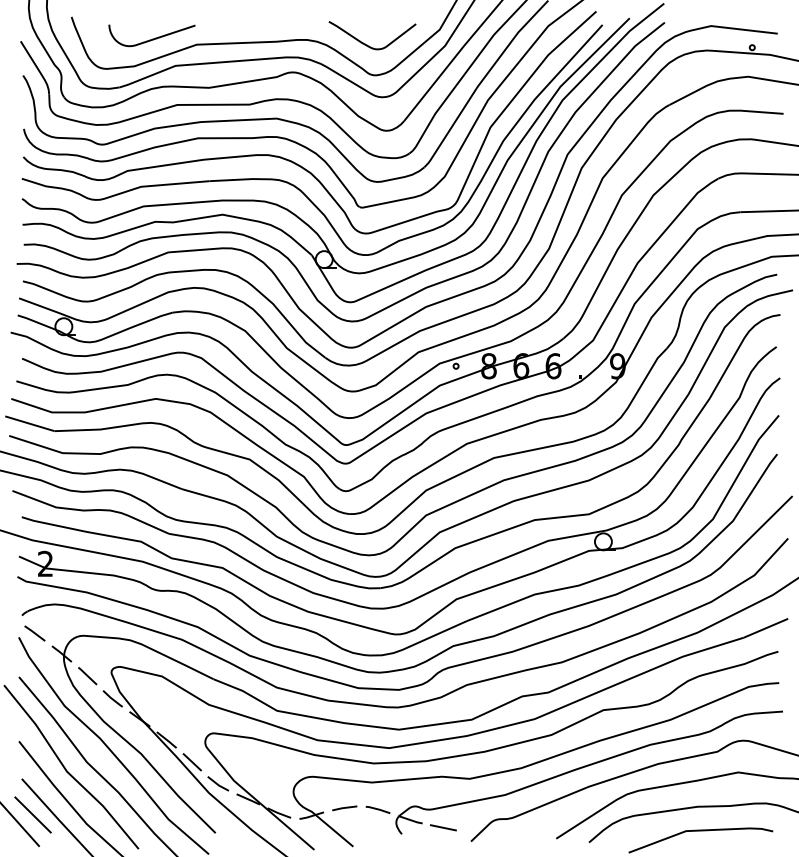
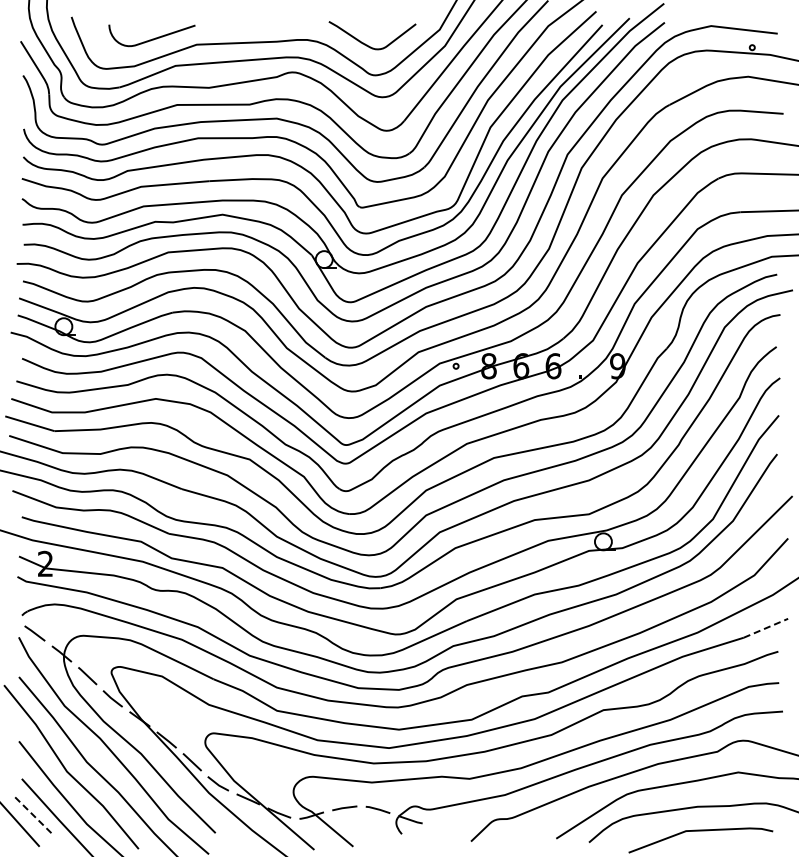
line at (766, 628): solid -> dashed
line at (33, 814): solid -> dashed
line at (442, 827): present -> none
